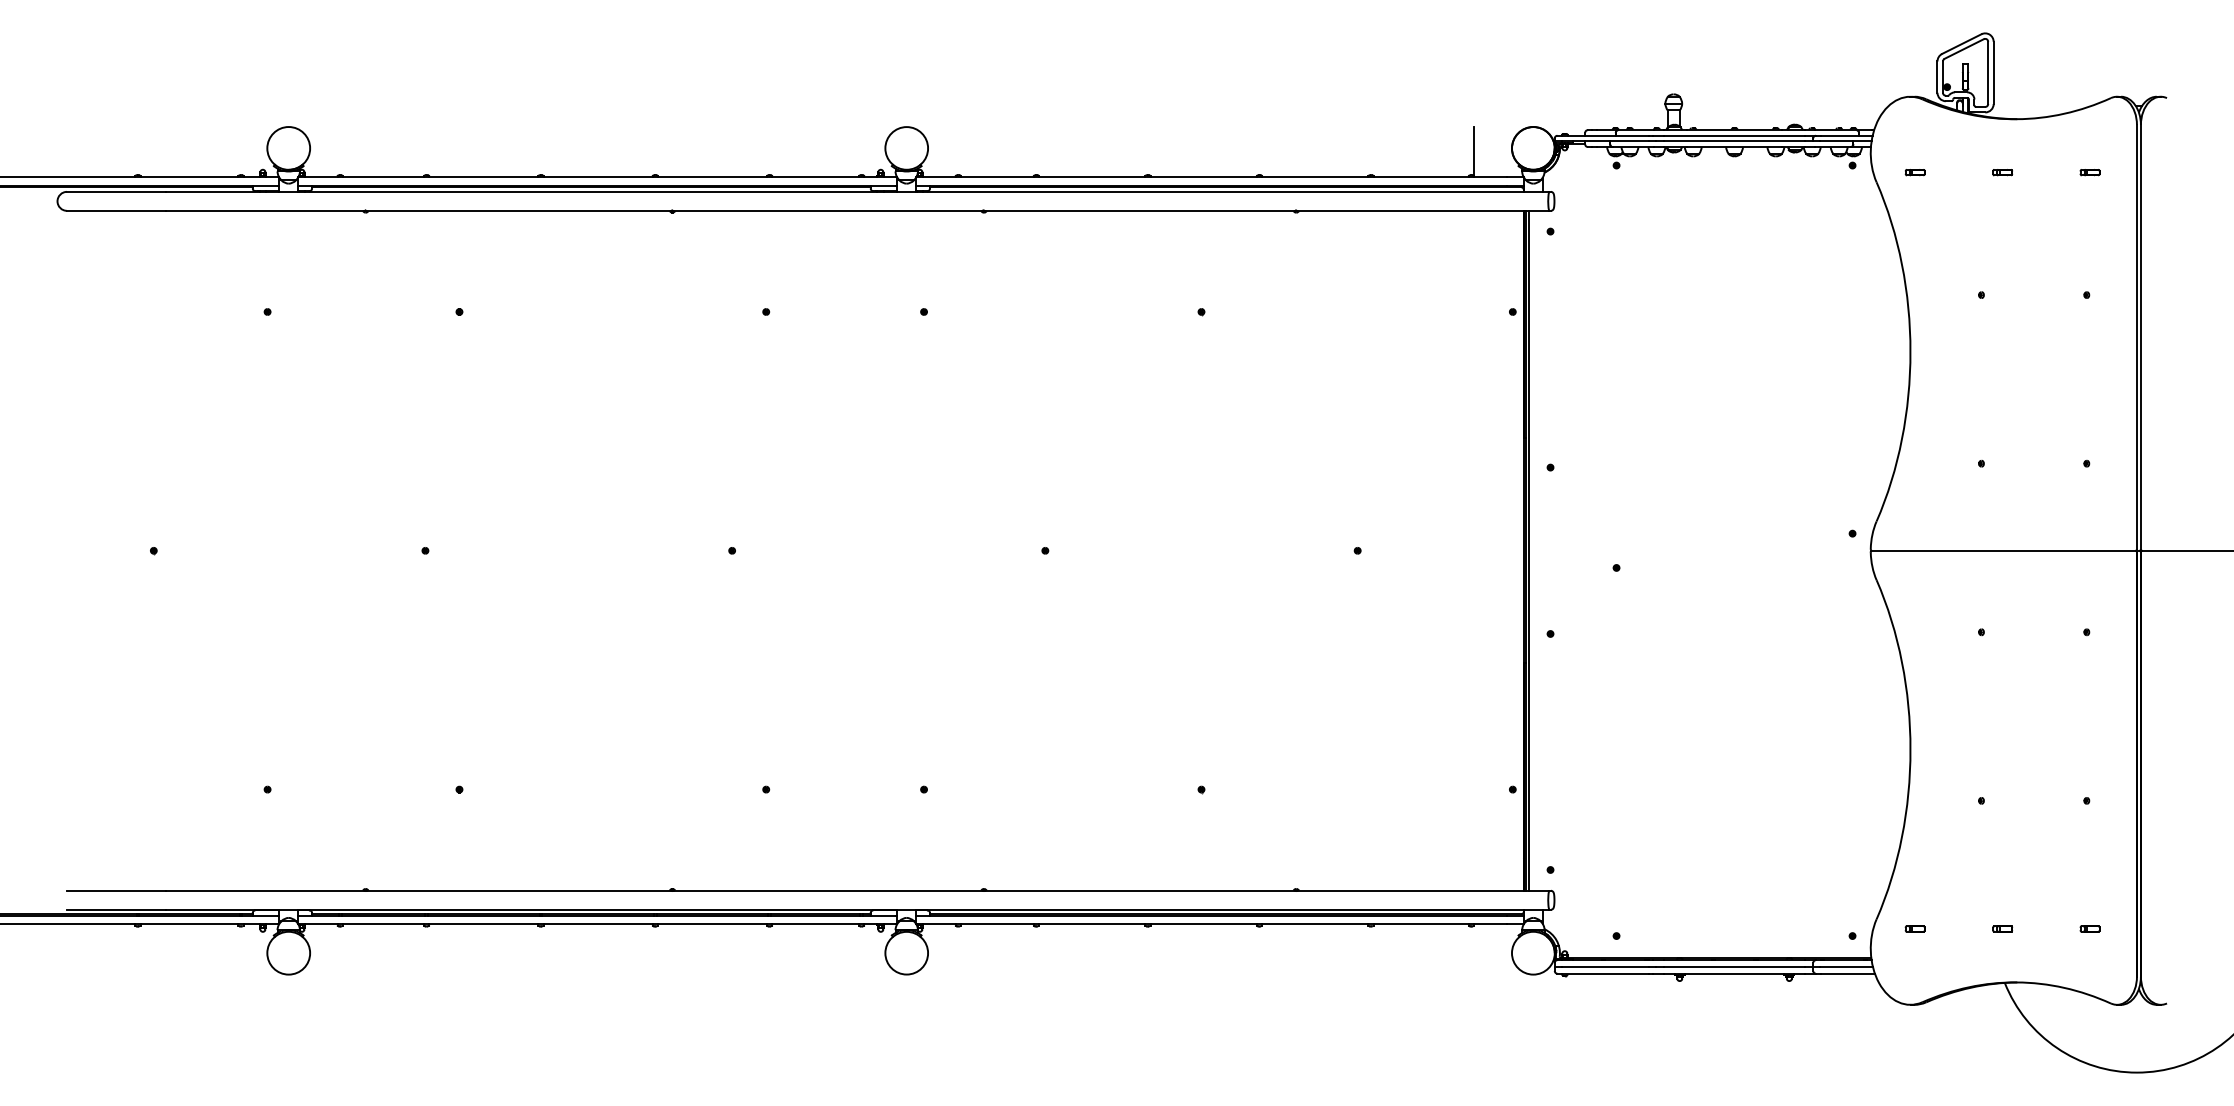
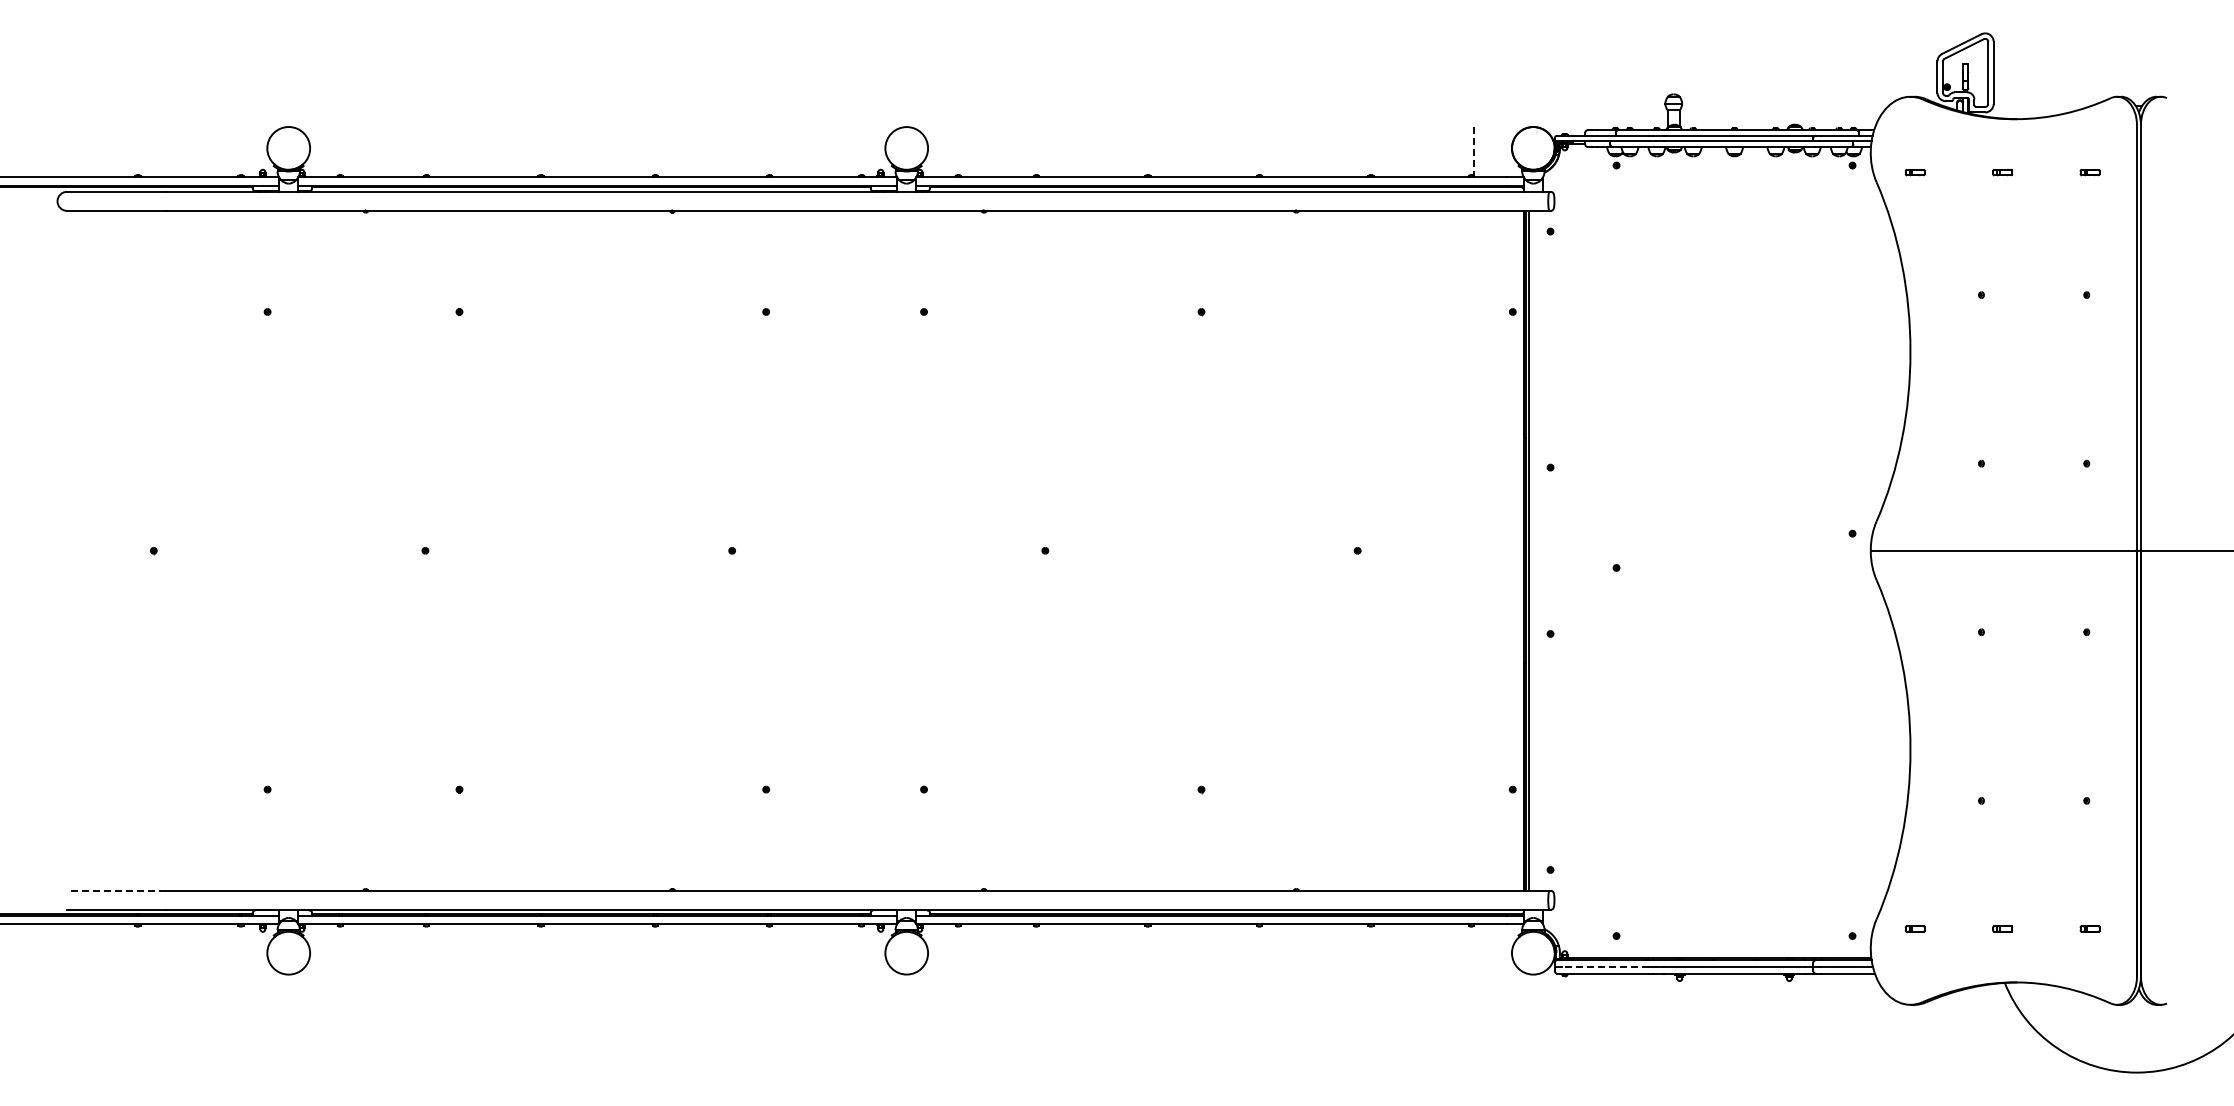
line at (1473, 151): solid -> dashed
line at (115, 890): solid -> dashed
line at (1605, 966): solid -> dashed
